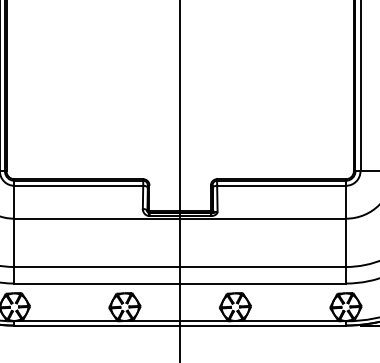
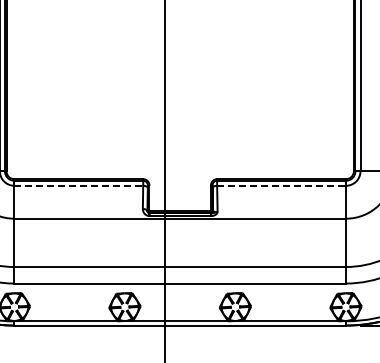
line at (180, 180) position: (180, 180) -> (165, 180)
line at (79, 185): solid -> dashed
line at (282, 185): solid -> dashed
